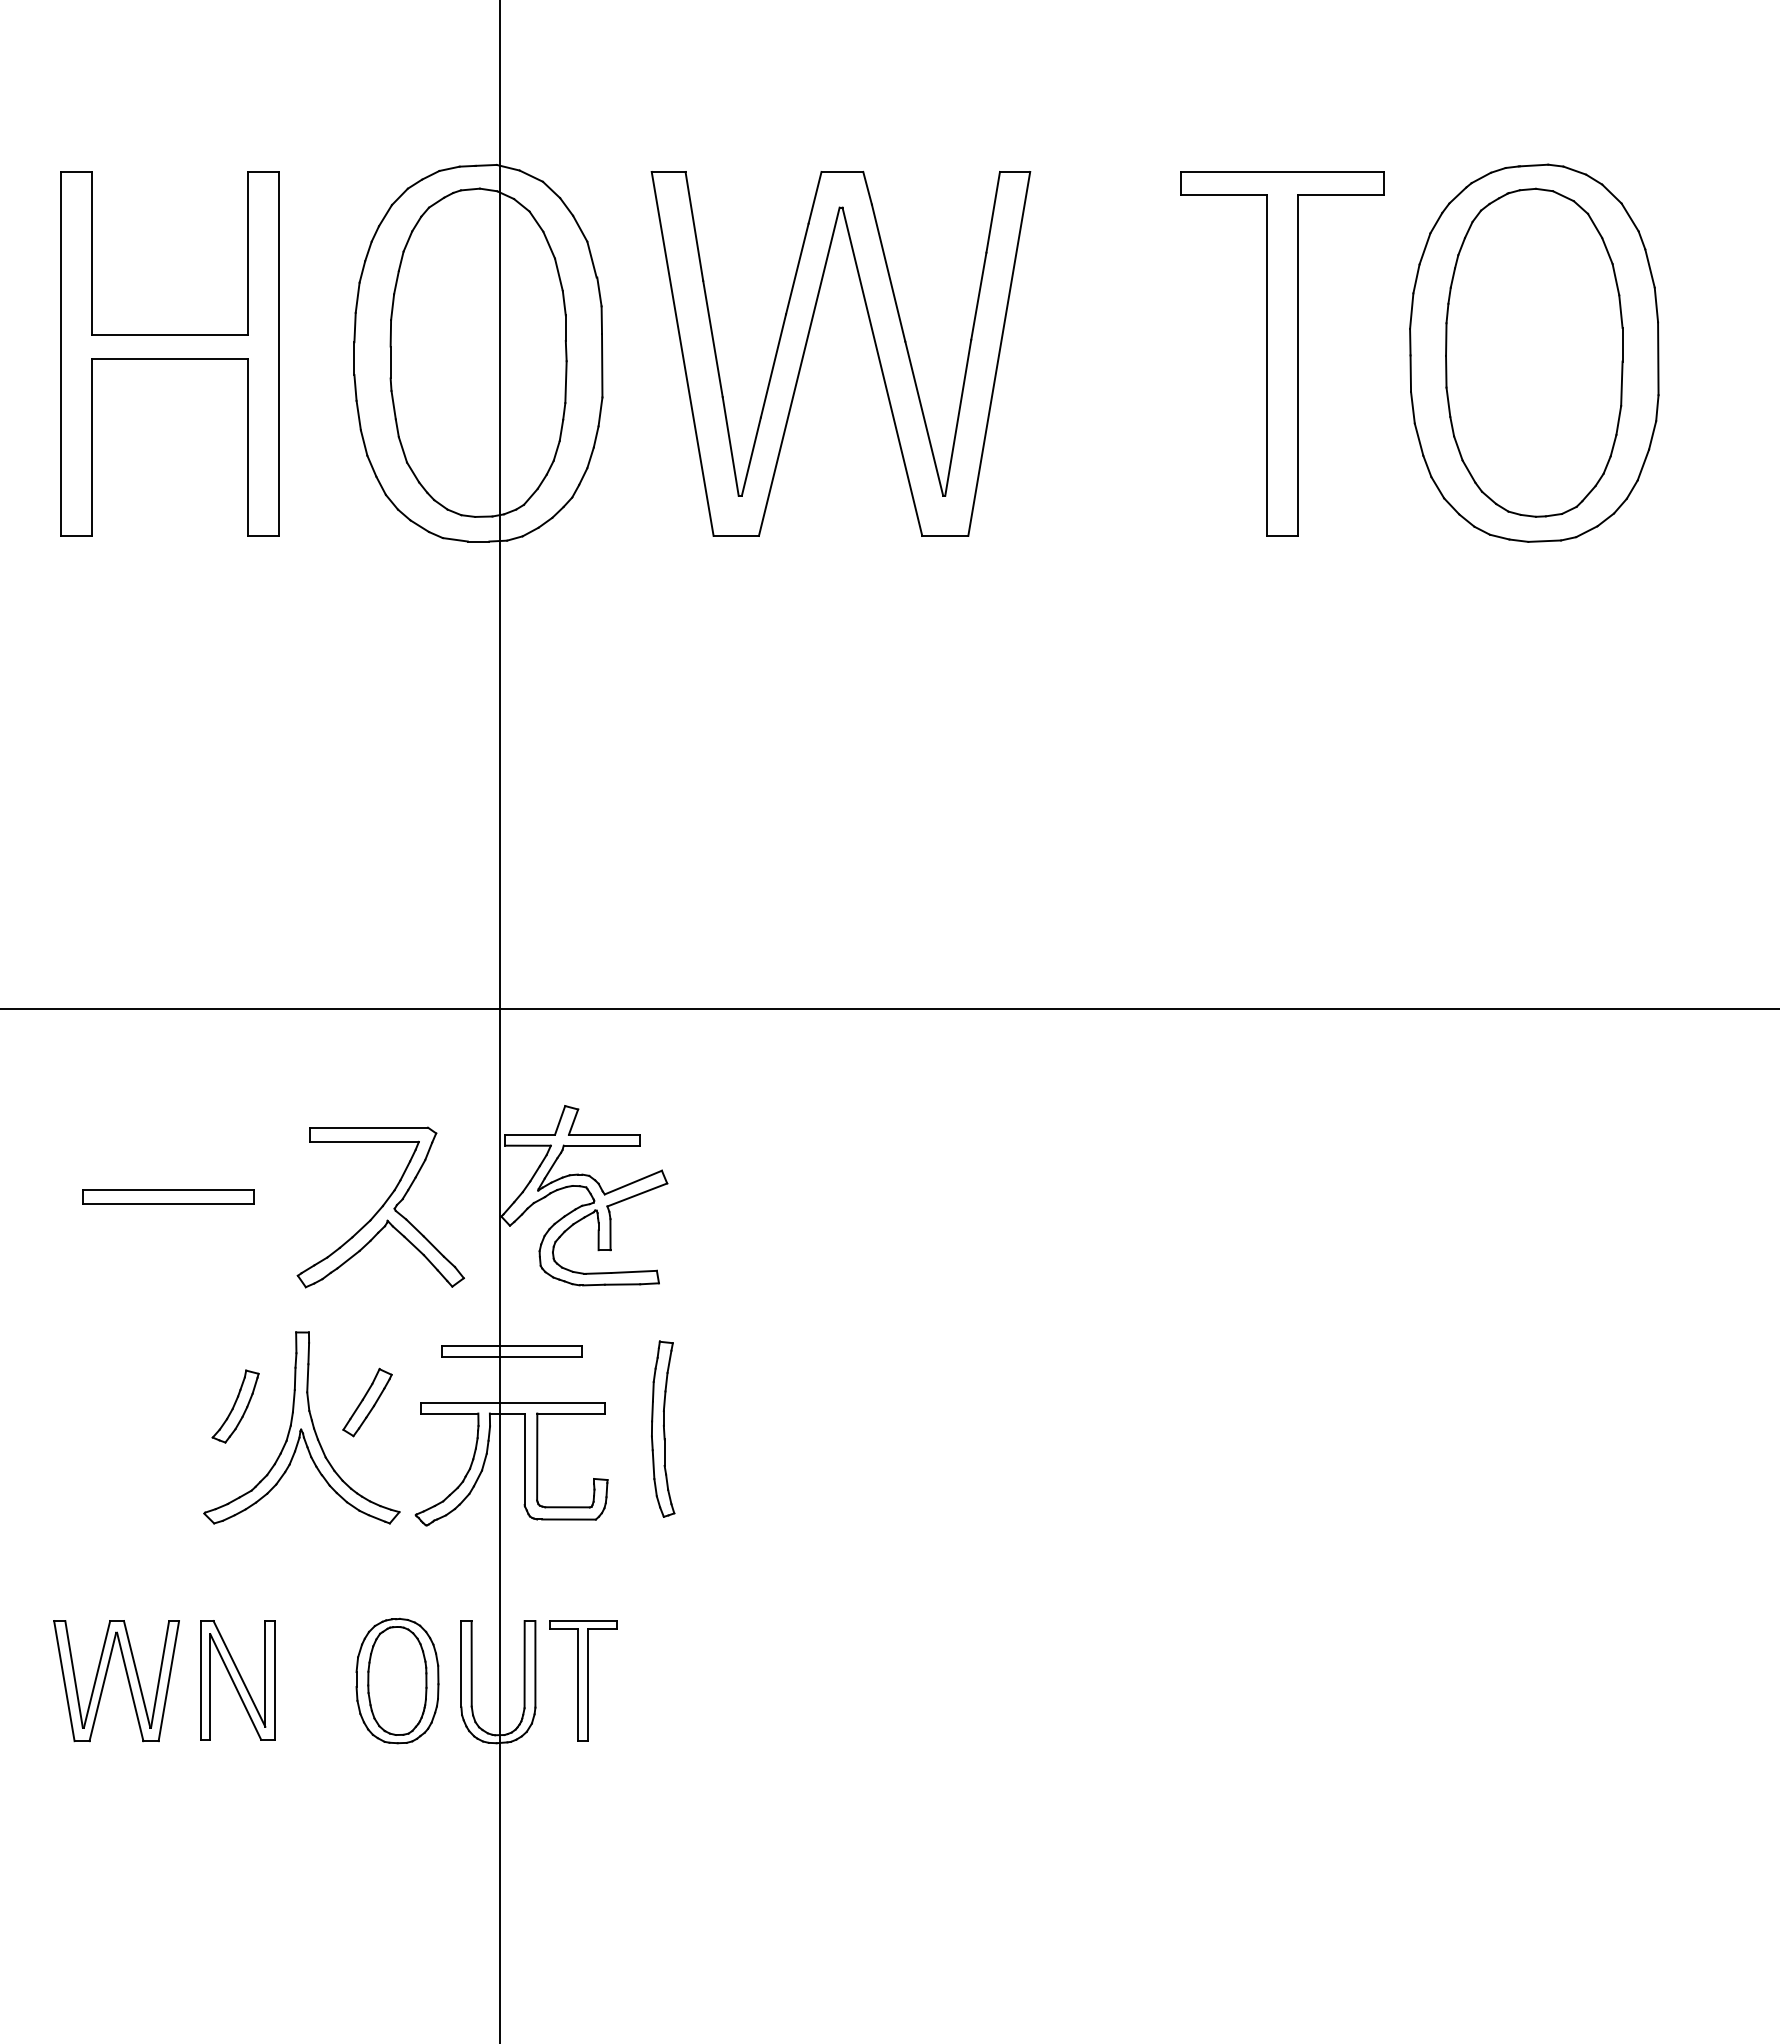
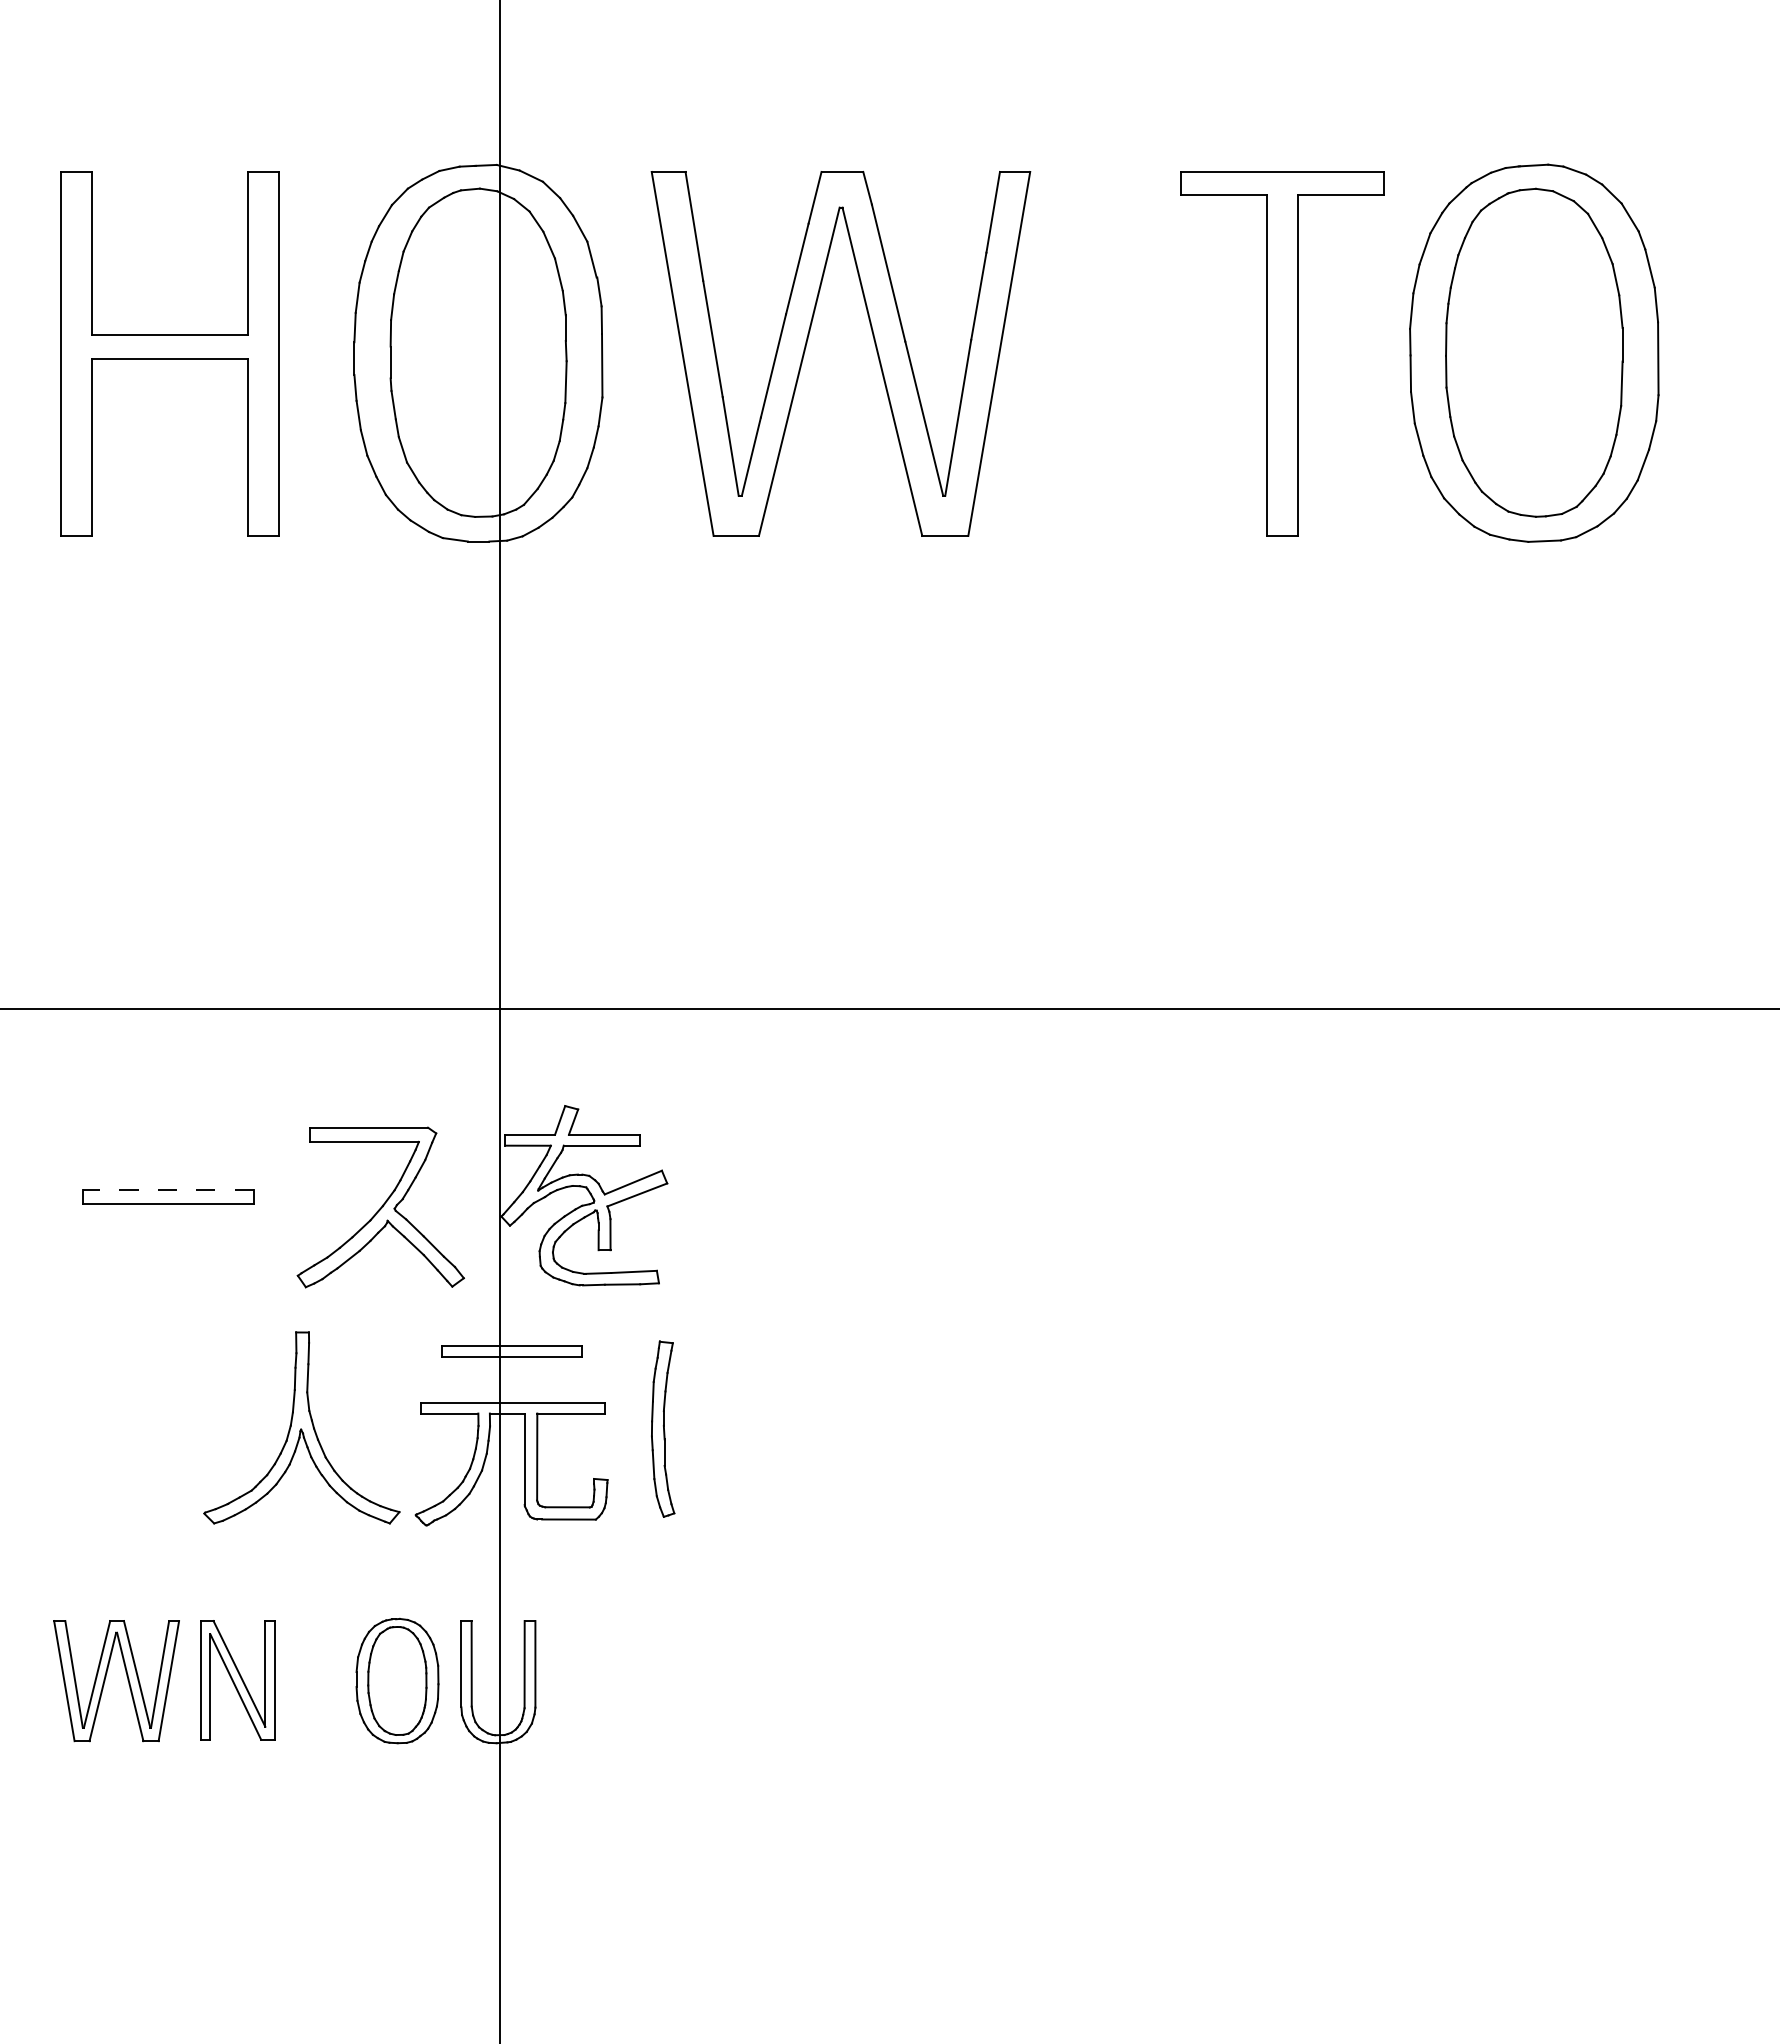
line at (167, 1189): solid -> dashed
part at (367, 1402): present -> none
part at (235, 1406): present -> none
part at (583, 1680): present -> none
